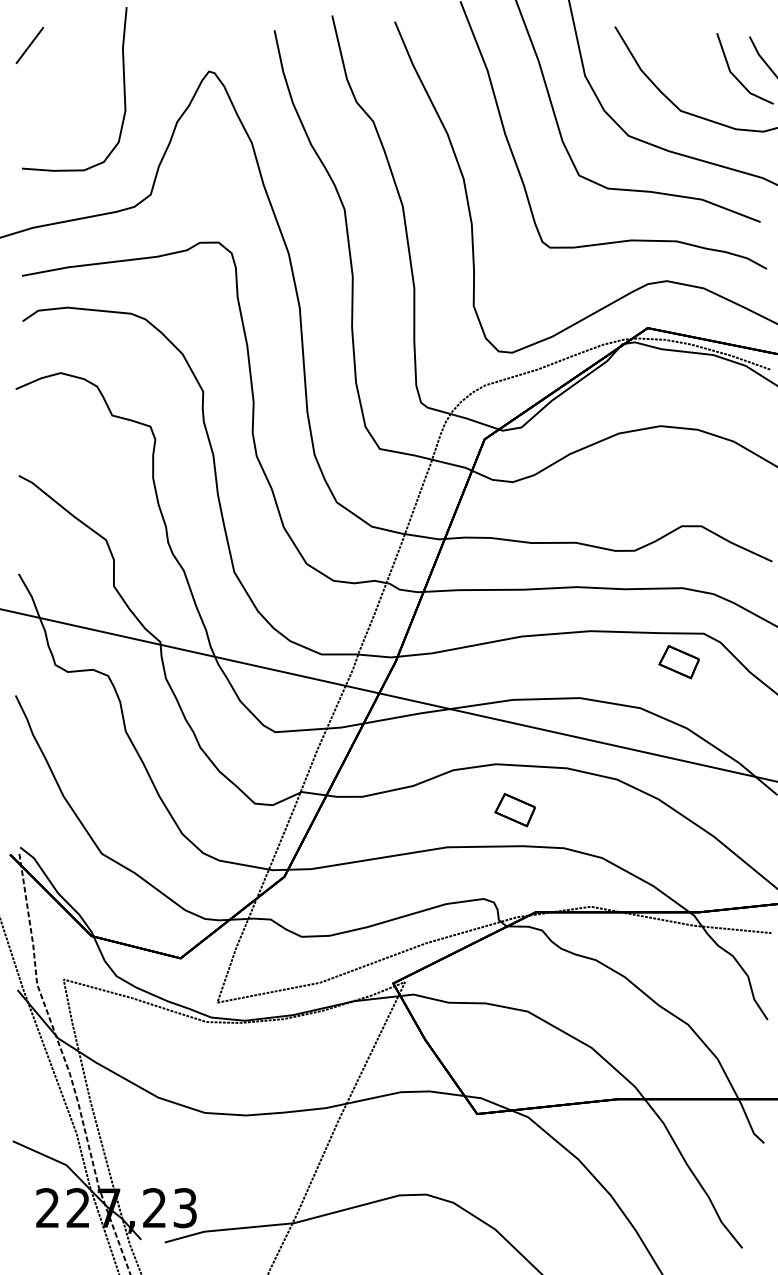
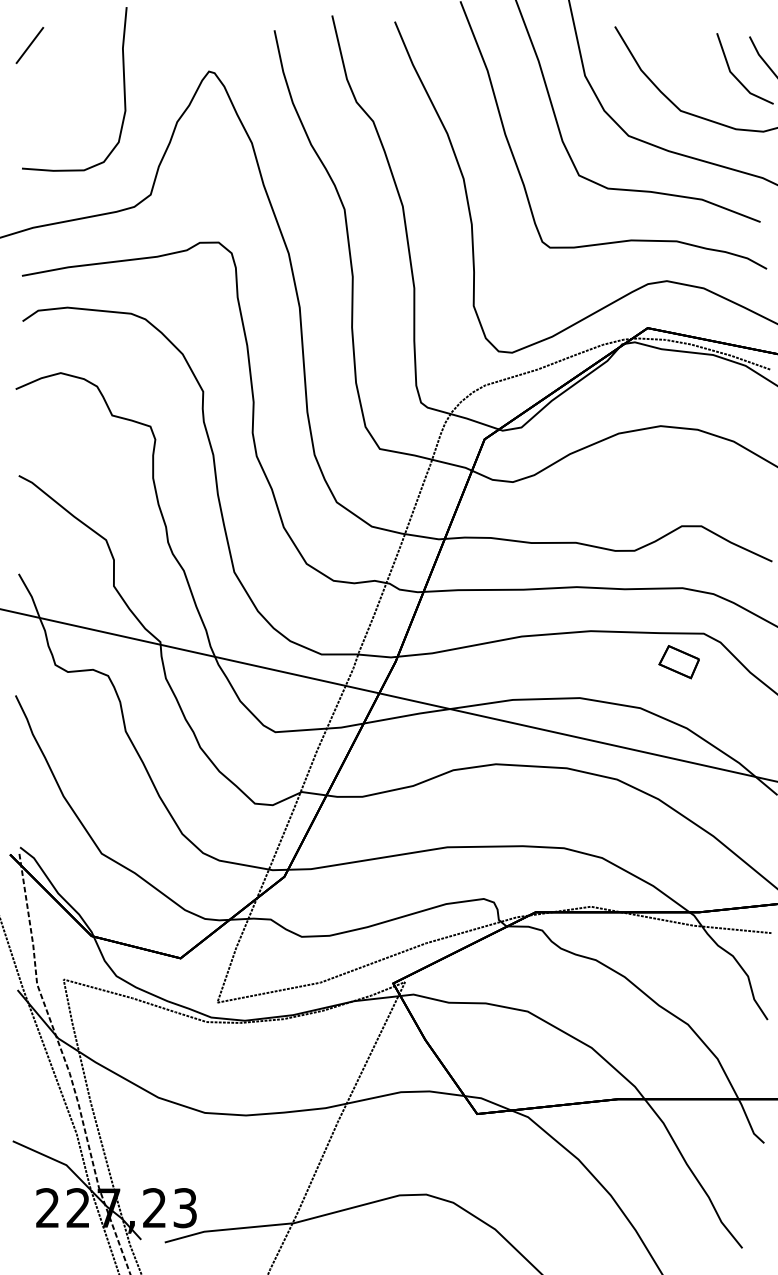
part at (514, 810): present -> none
